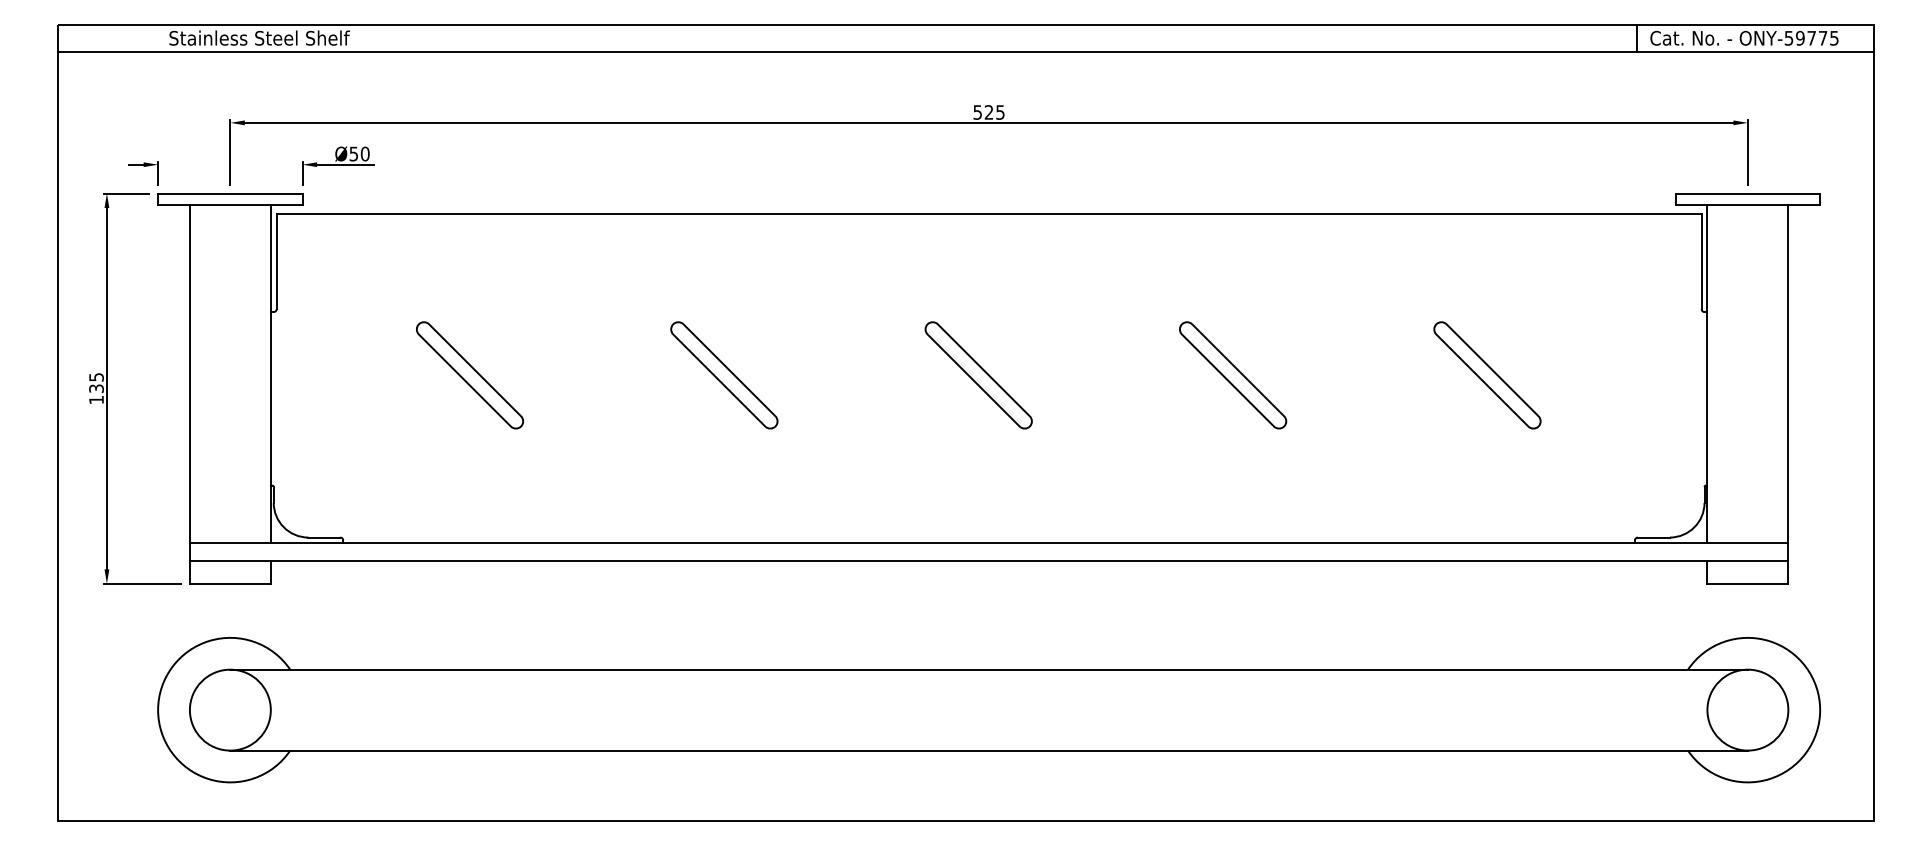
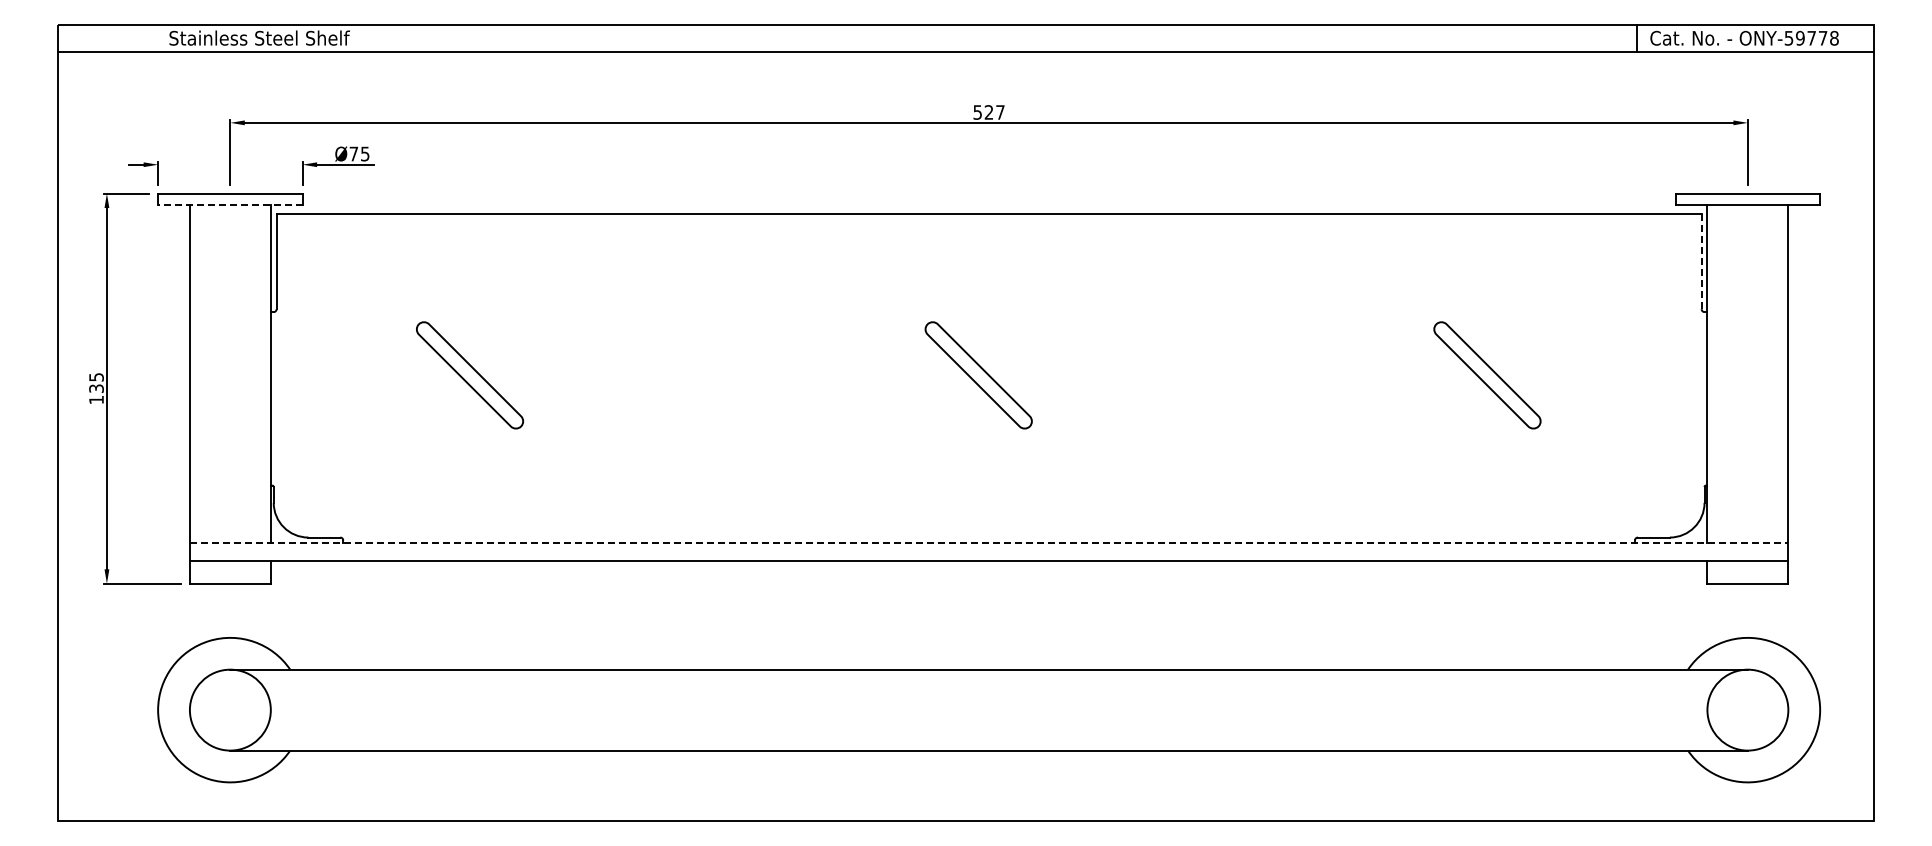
text at (1834, 37): ONY-59775 -> ONY-59778
text at (1000, 112): 525 -> 527
text at (359, 153): Ø50 -> Ø75
line at (229, 205): solid -> dashed
line at (1701, 261): solid -> dashed
part at (724, 375): present -> none
part at (1233, 375): present -> none
line at (989, 543): solid -> dashed
